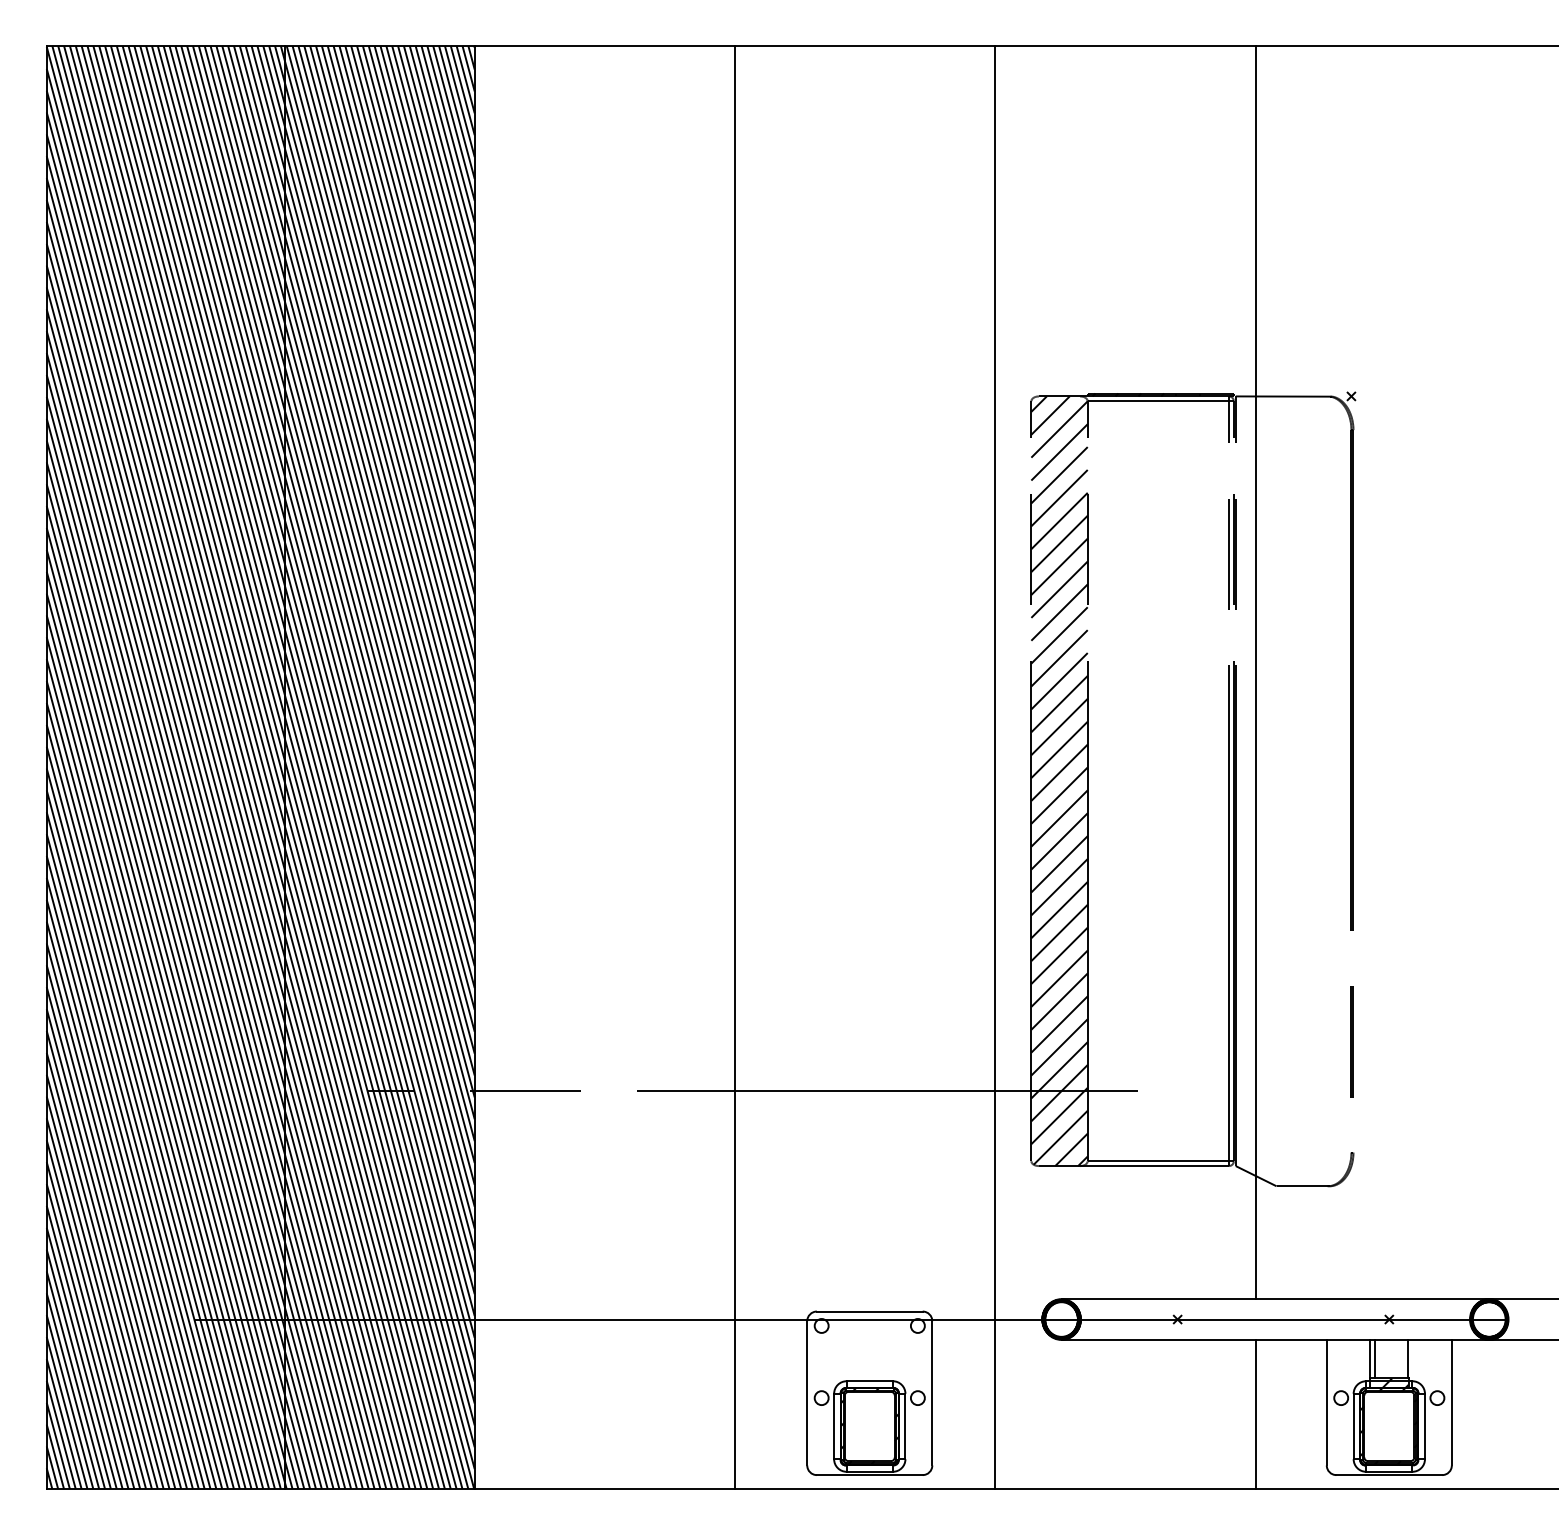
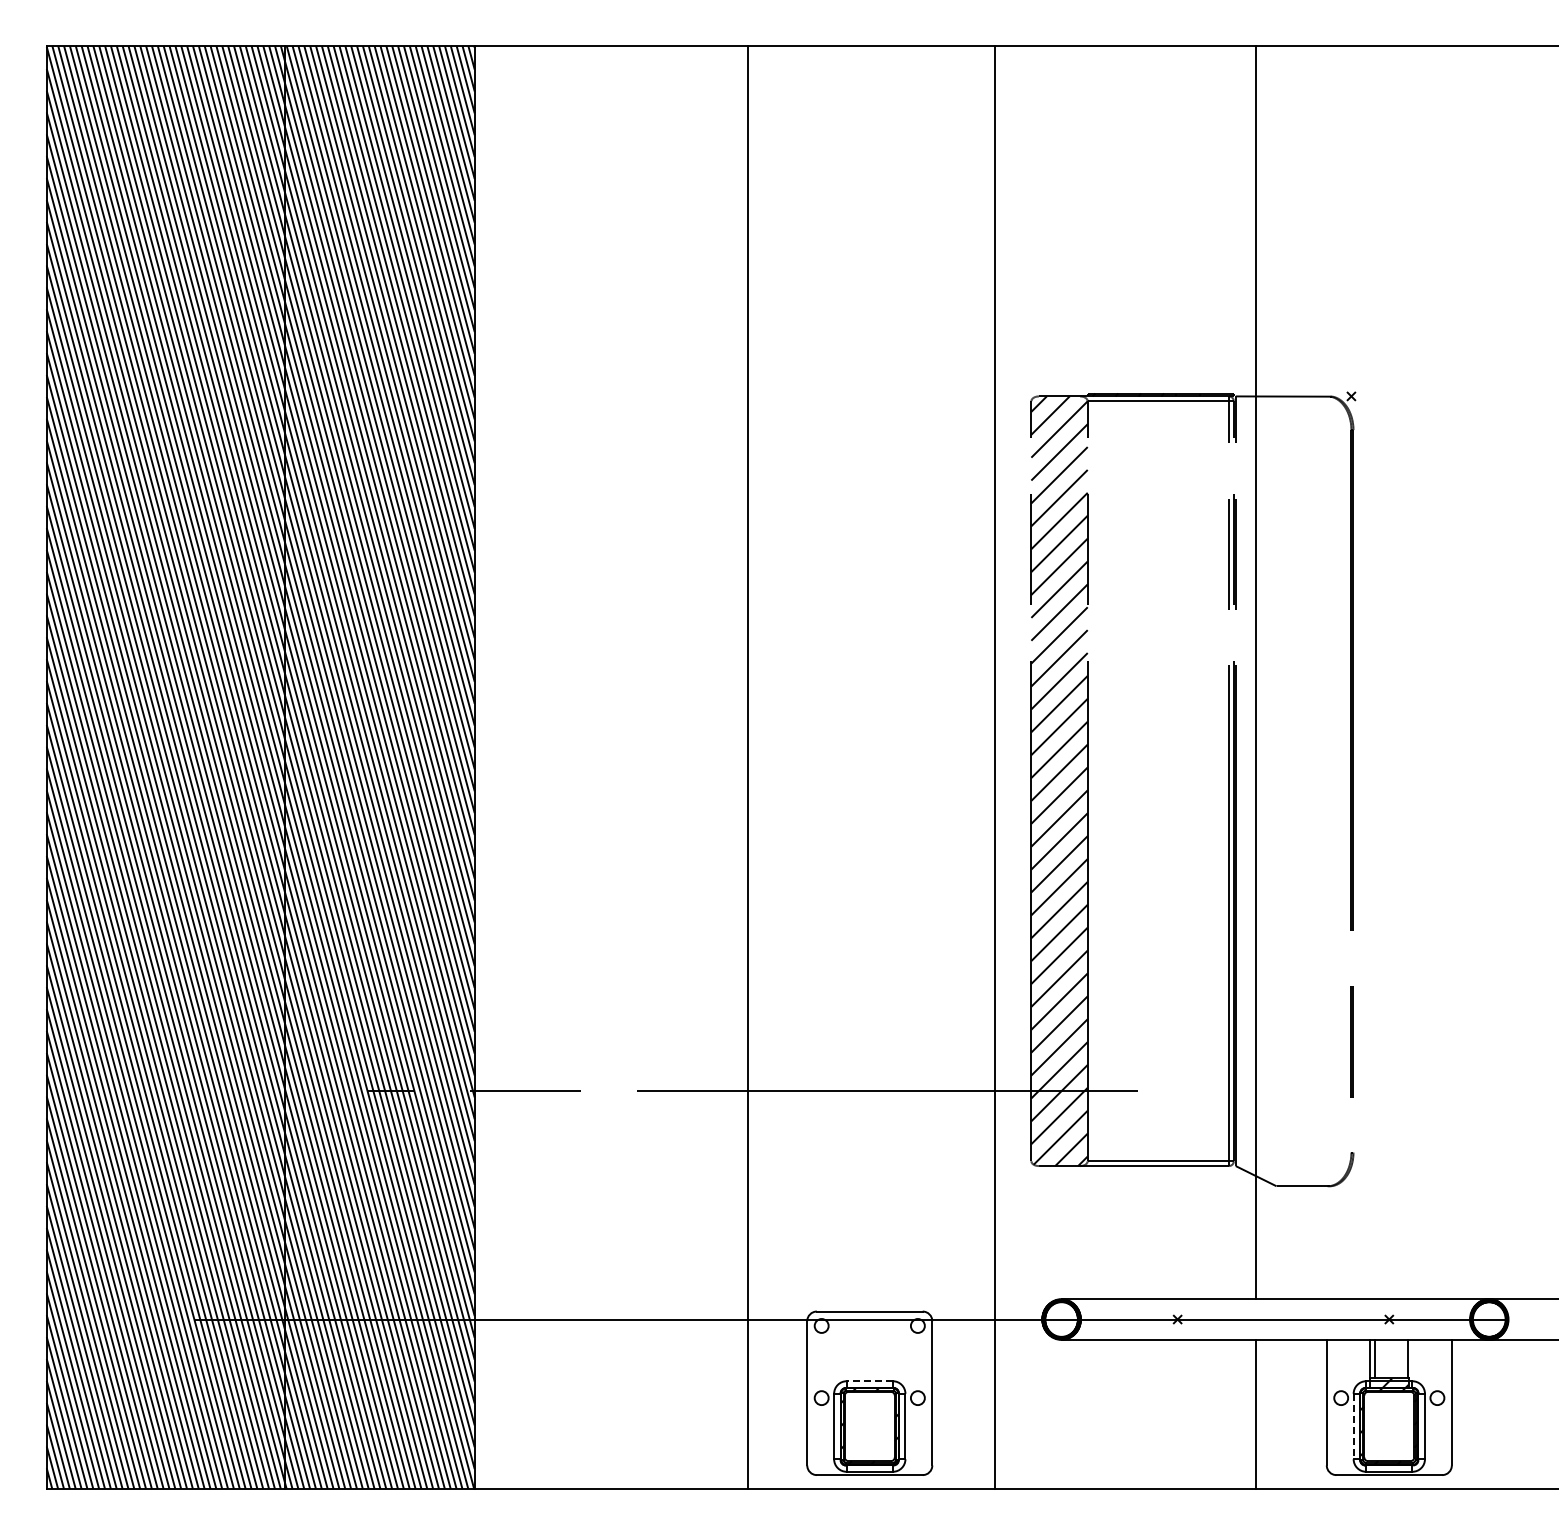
line at (735, 767) position: (735, 767) -> (748, 767)
line at (869, 1381): solid -> dashed
line at (1353, 1426): solid -> dashed
